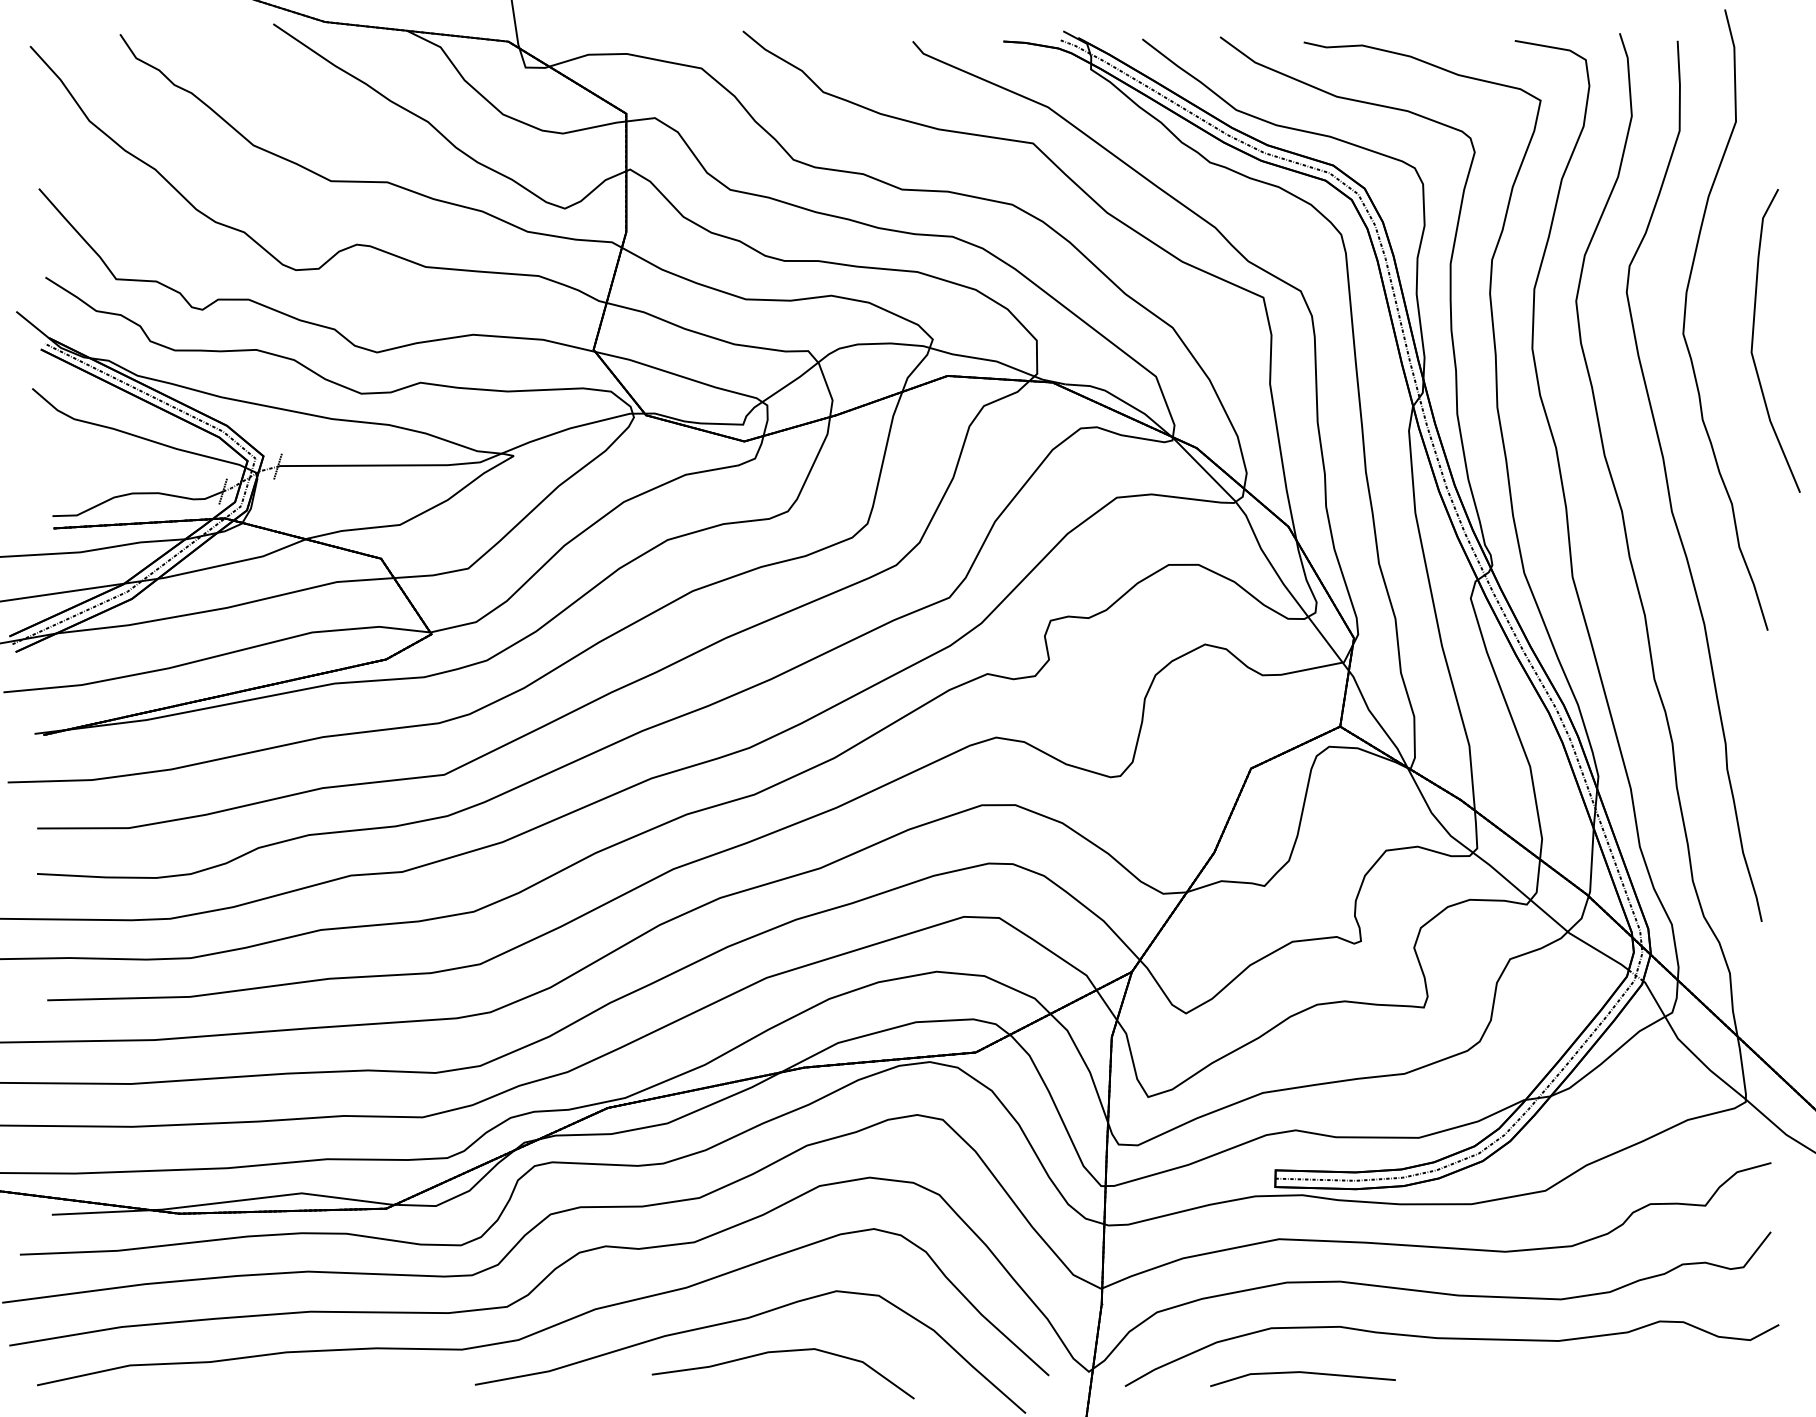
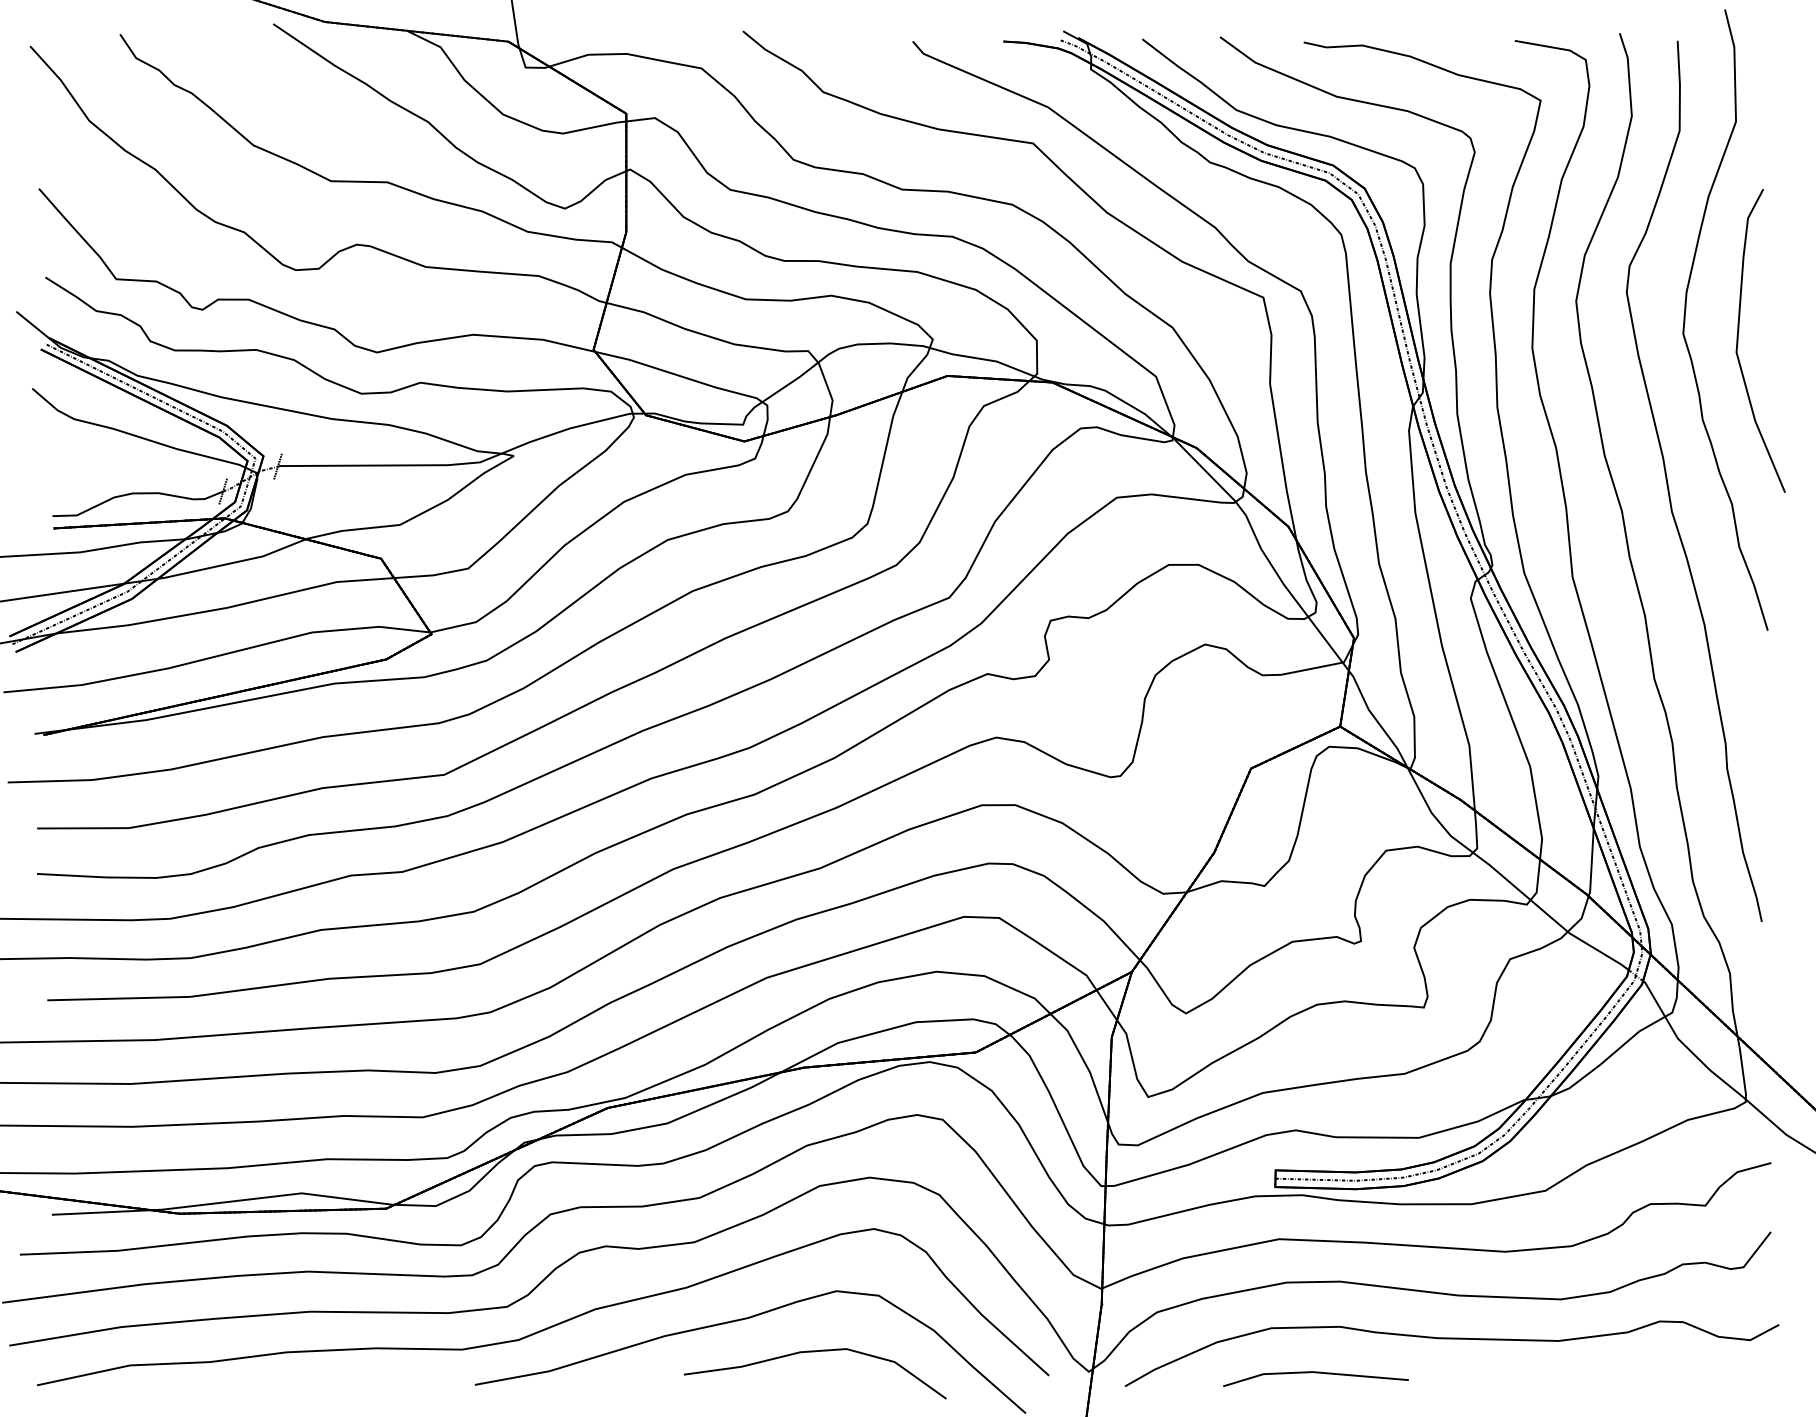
curve at (1753, 340) position: (1753, 340) -> (1738, 340)
curve at (782, 1352) position: (782, 1352) -> (814, 1352)
line at (1302, 1373) position: (1302, 1373) -> (1315, 1373)
